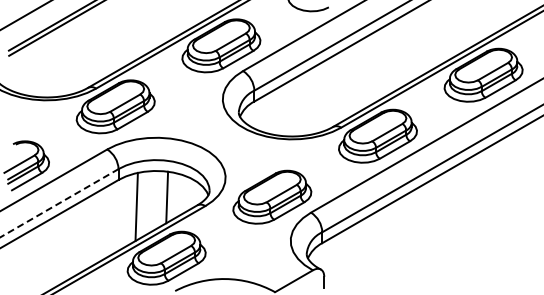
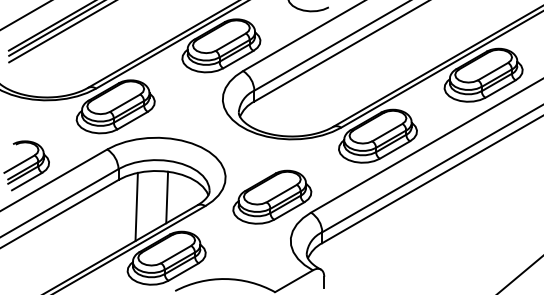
line at (61, 32): none -> present
line at (59, 203): dashed -> solid
line at (520, 274): none -> present
